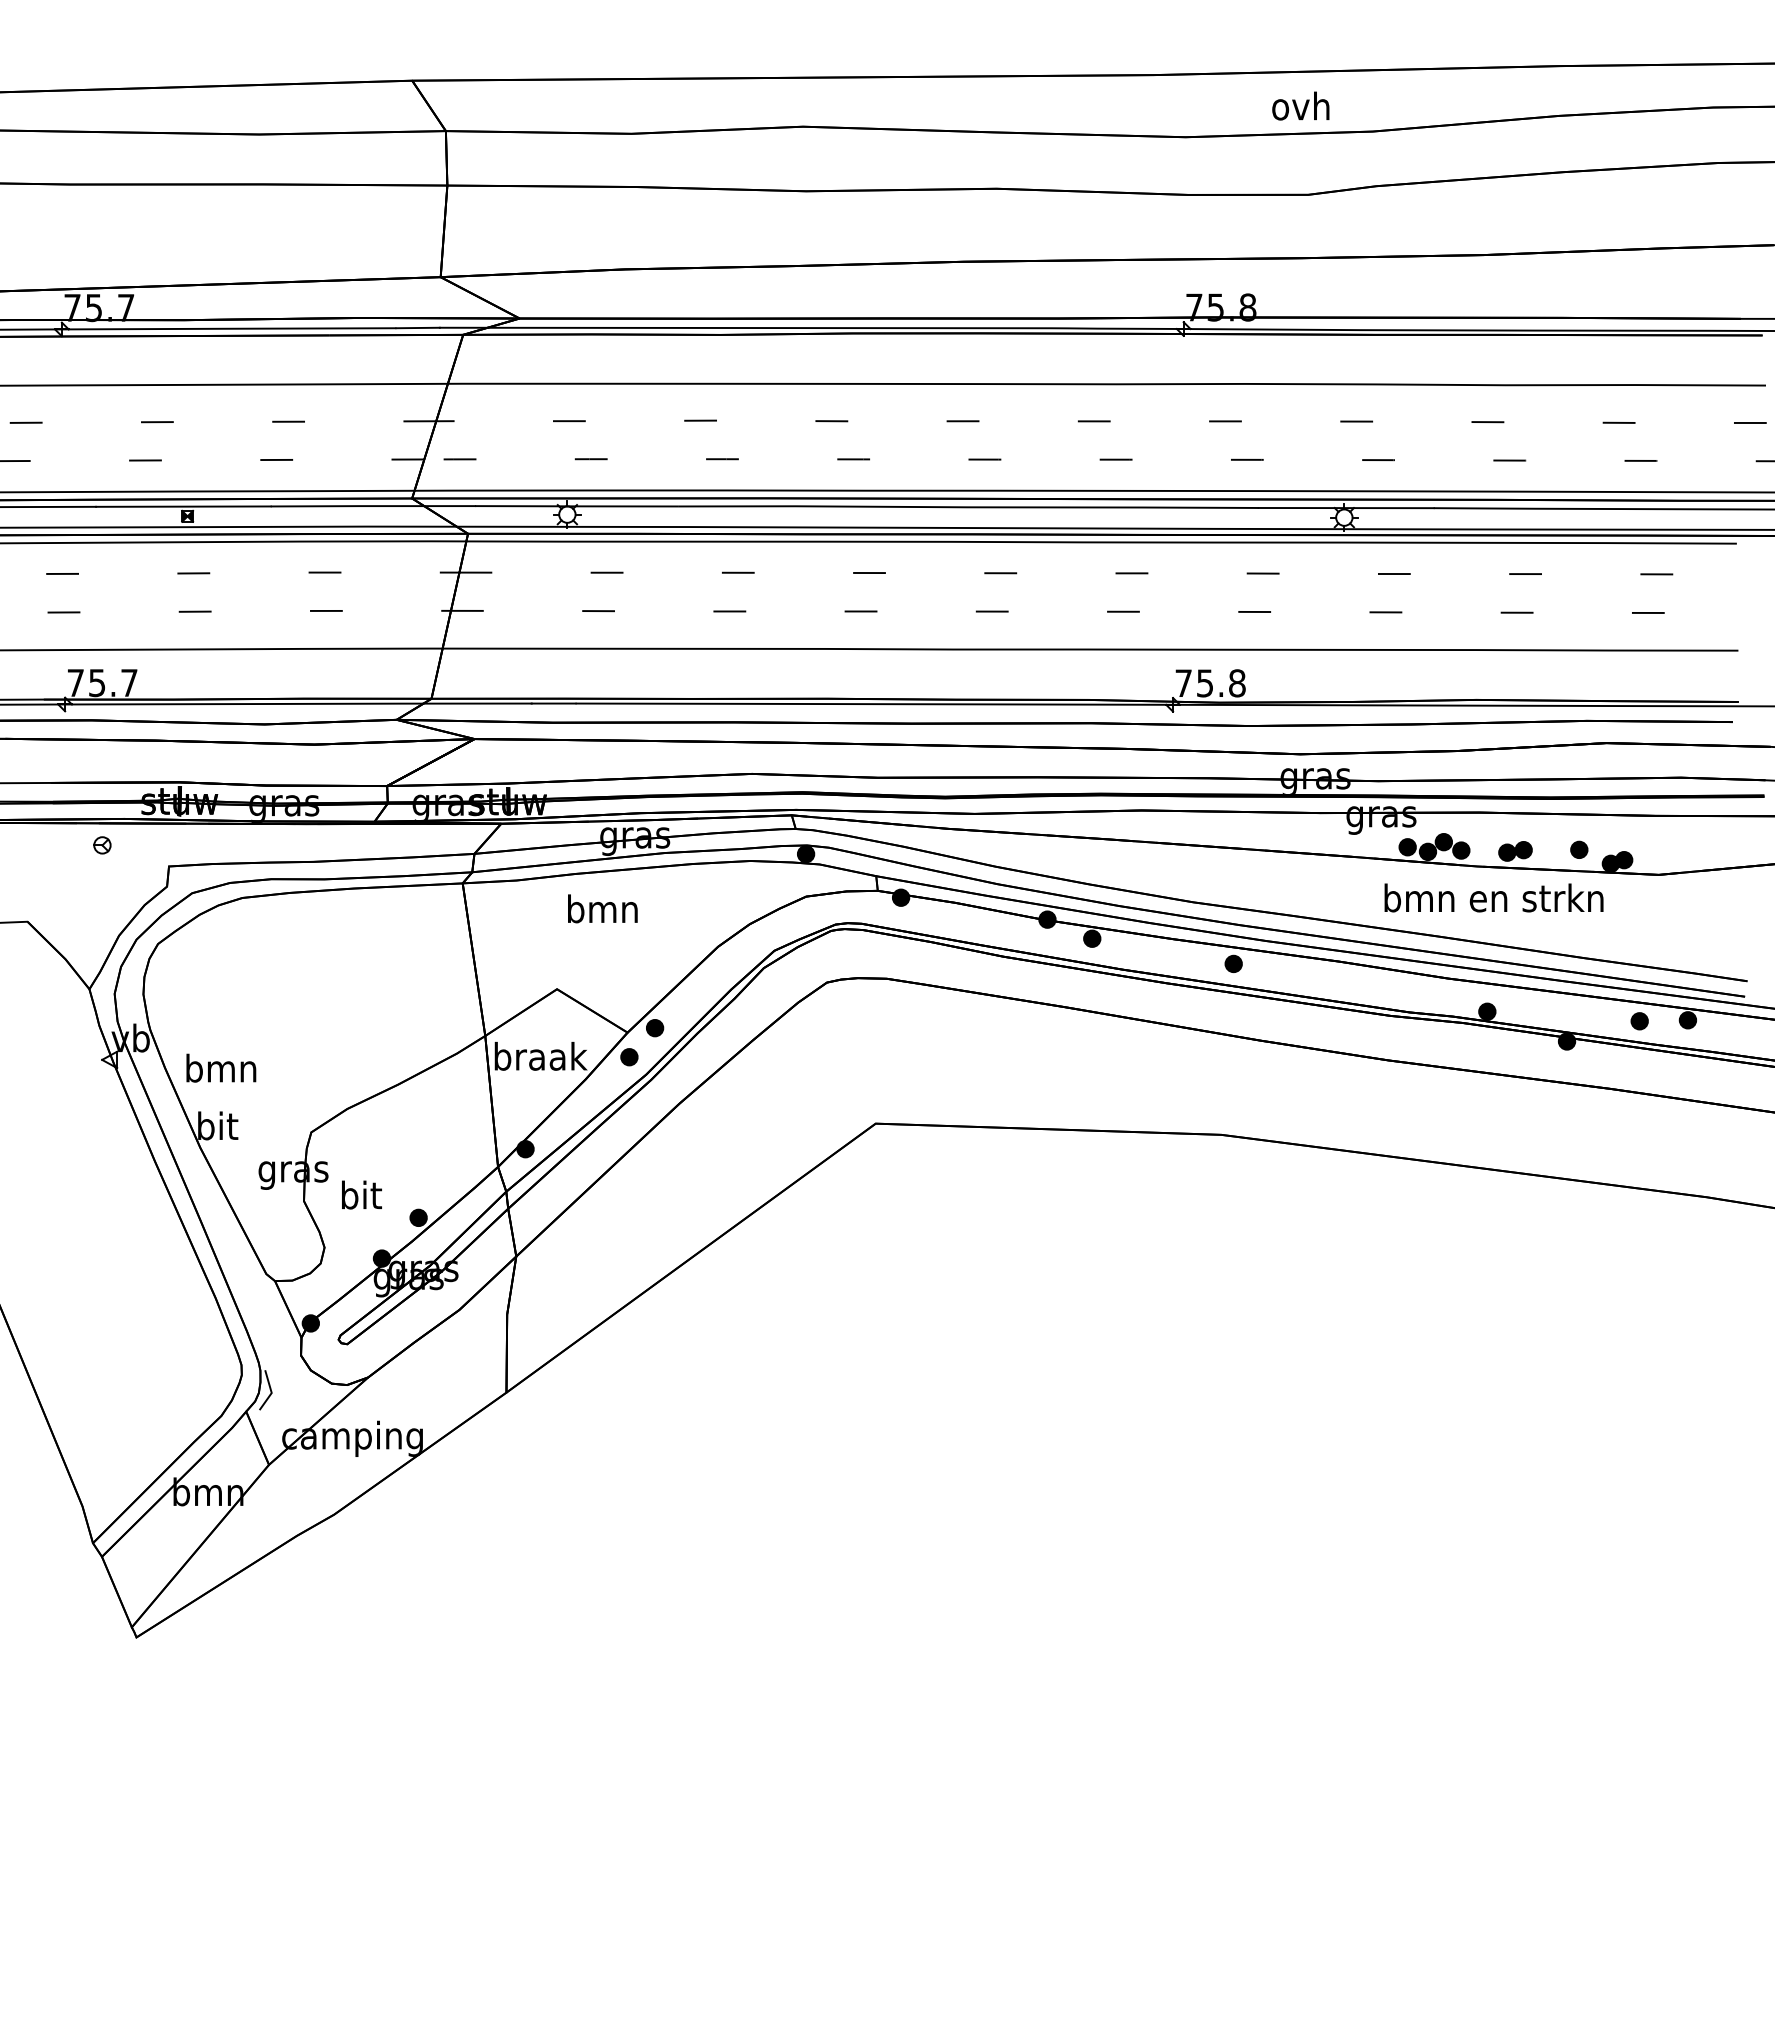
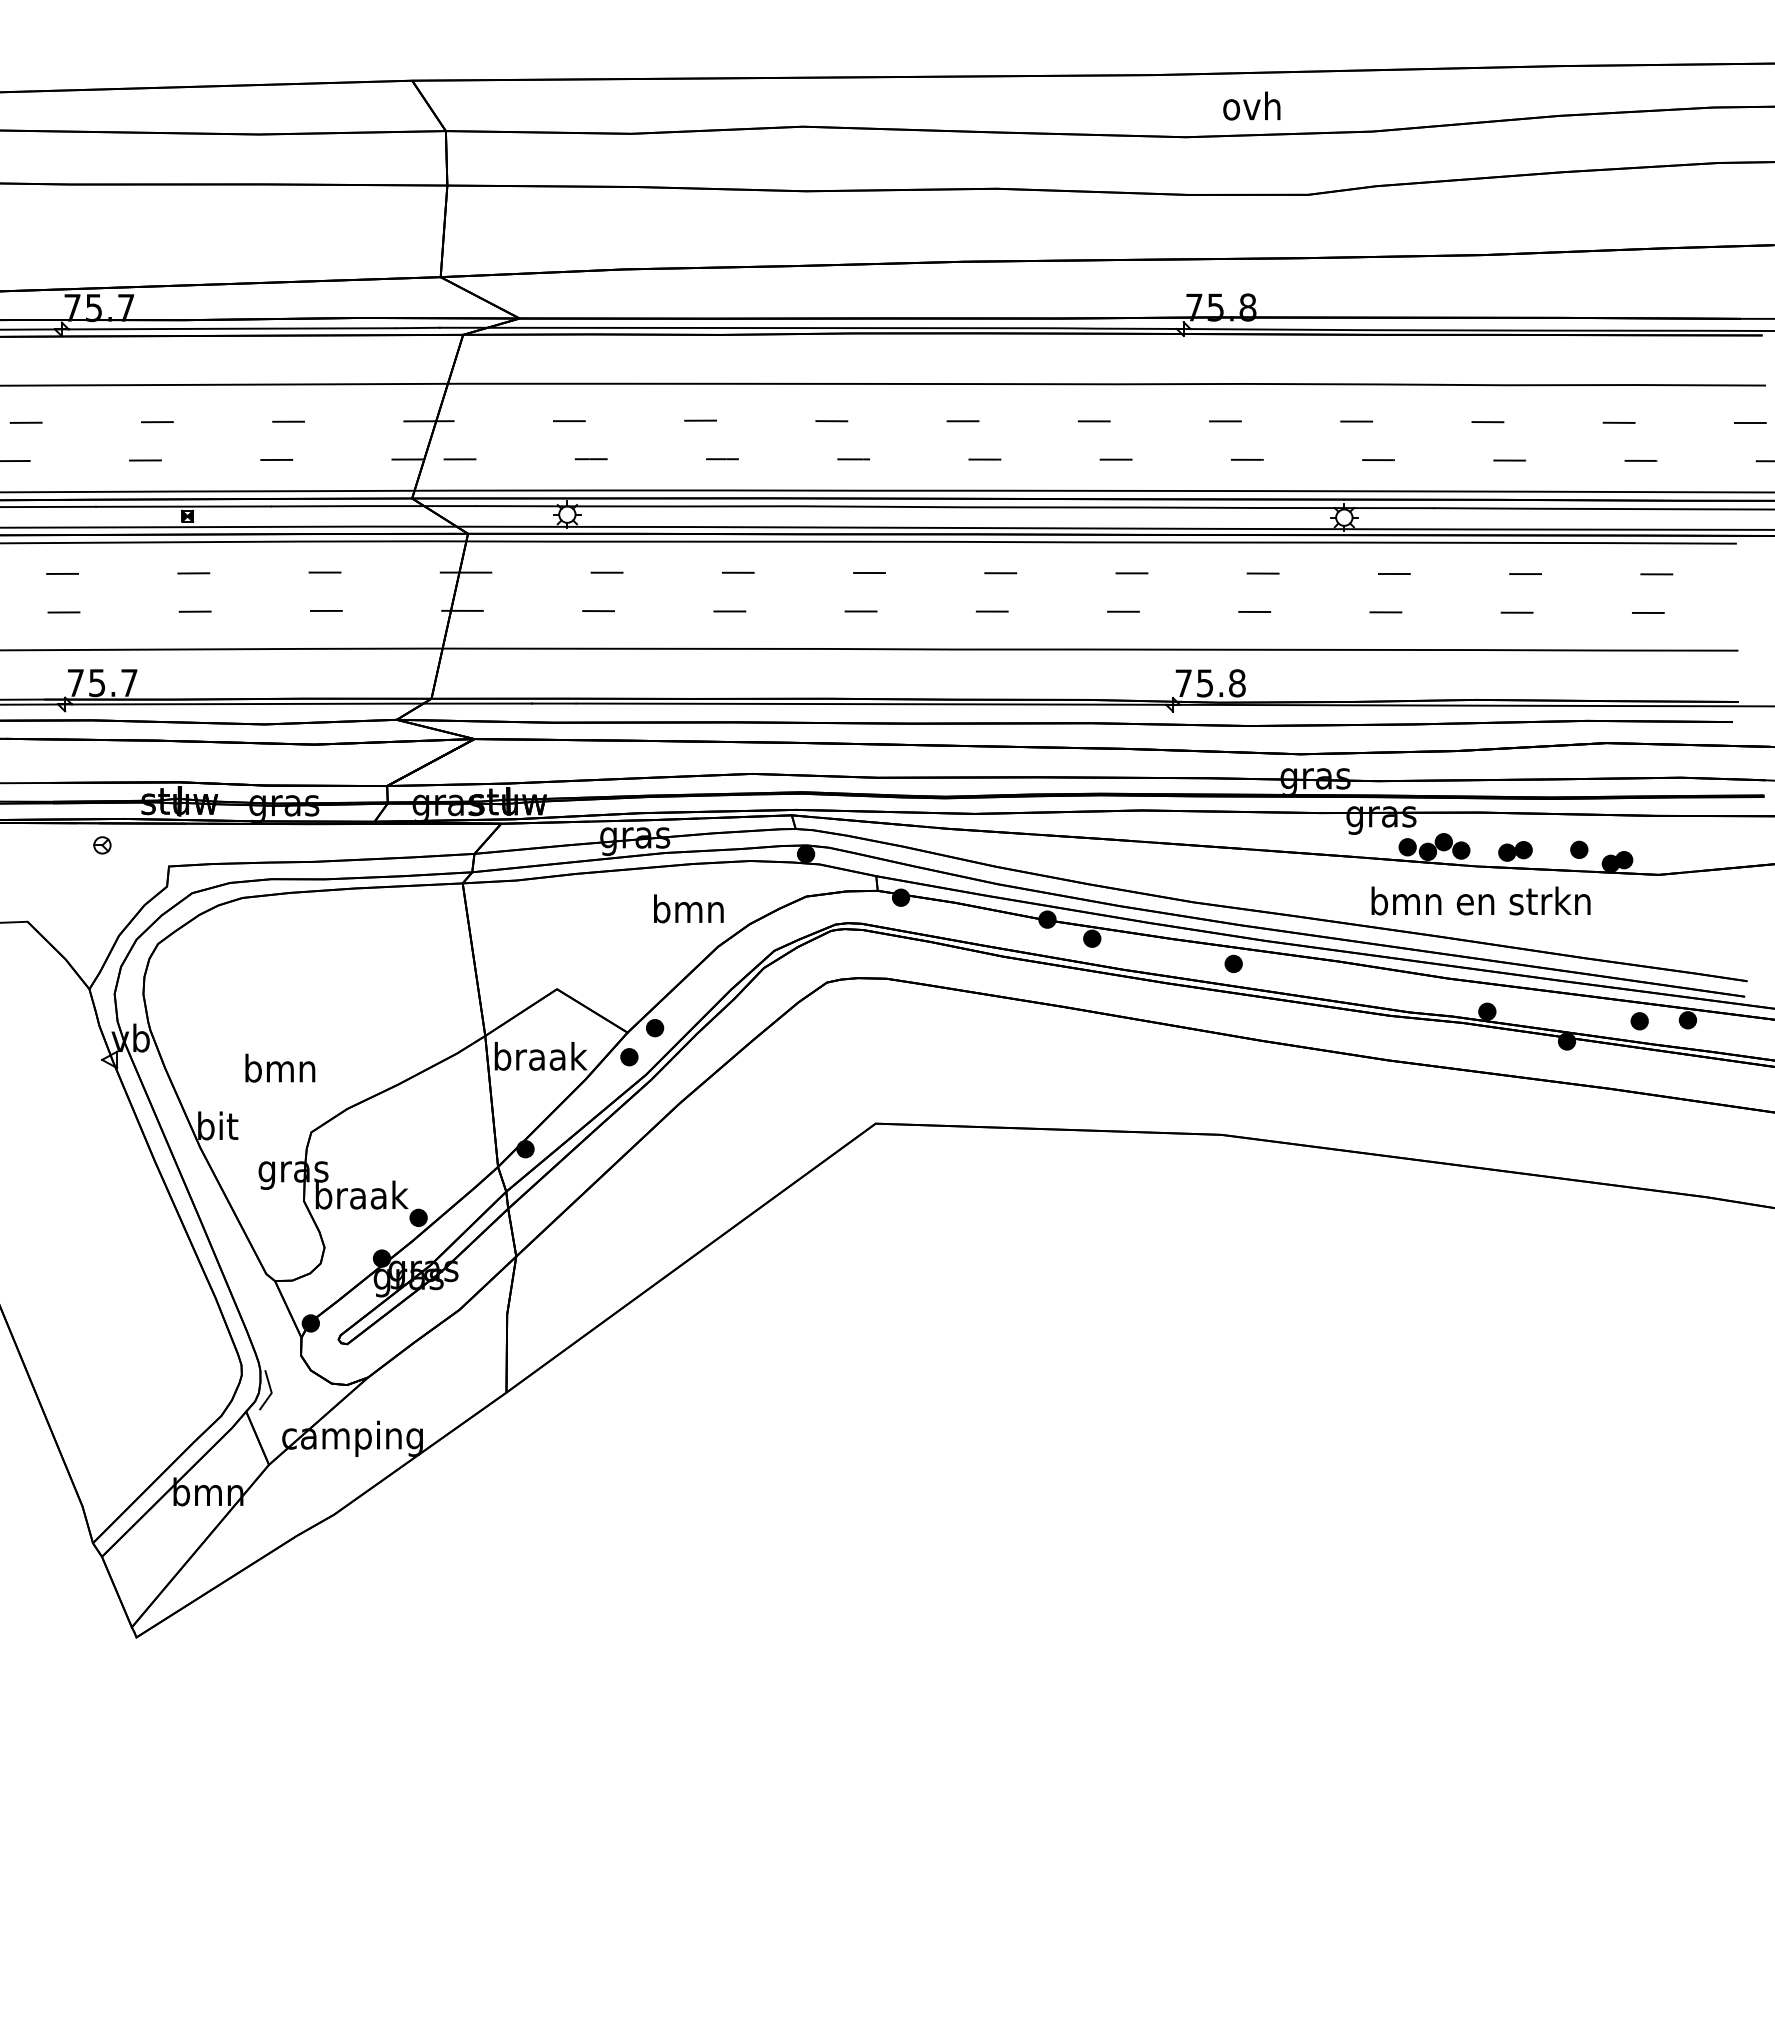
text at (1300, 105) position: (1300, 105) -> (1251, 105)
text at (1493, 897) position: (1493, 897) -> (1480, 900)
text at (602, 908) position: (602, 908) -> (688, 908)
text at (221, 1067) position: (221, 1067) -> (280, 1067)
text at (361, 1194): bit -> braak
